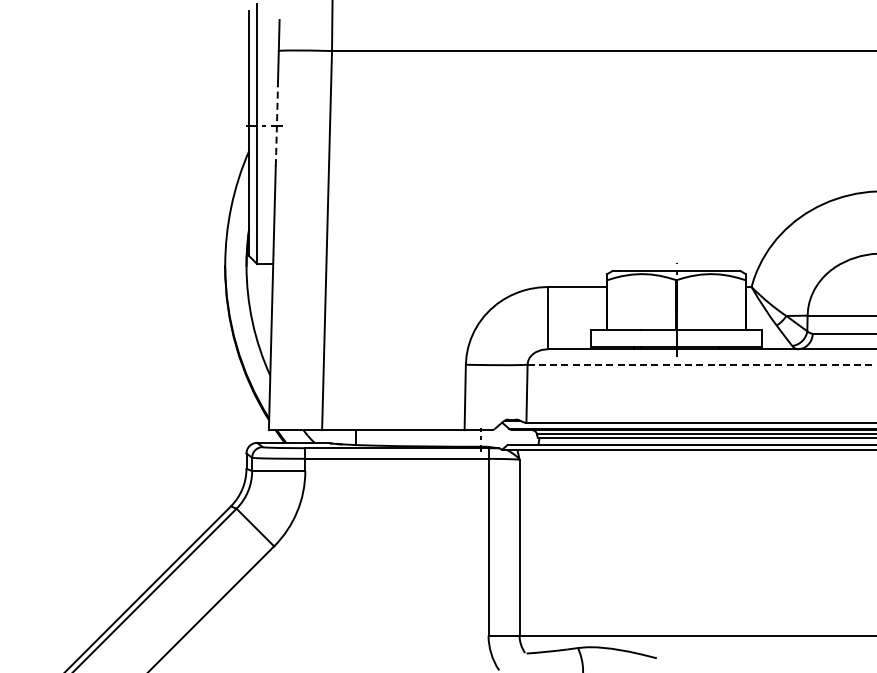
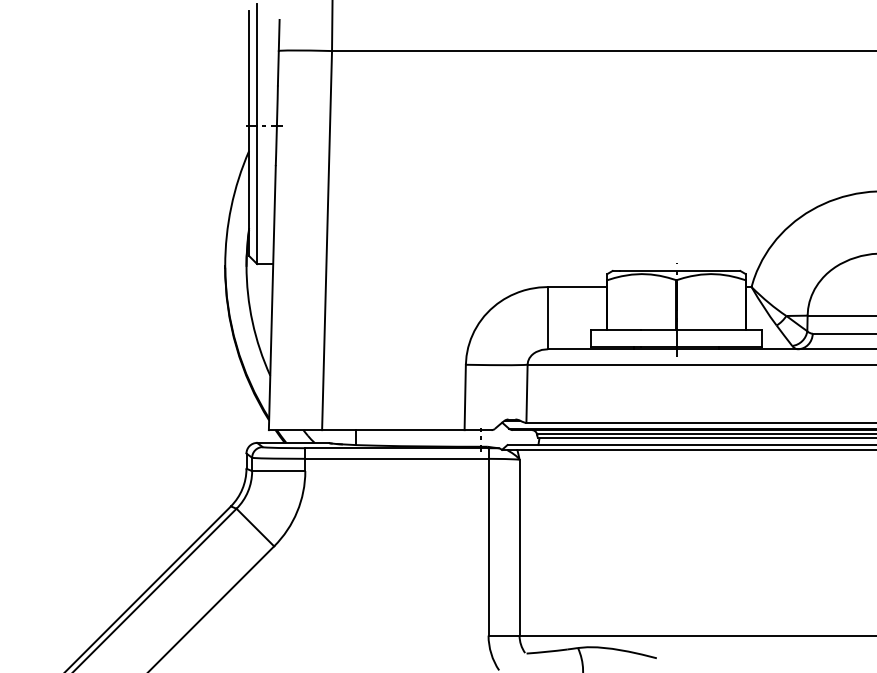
line at (276, 125): dashed -> solid
line at (702, 364): dashed -> solid
